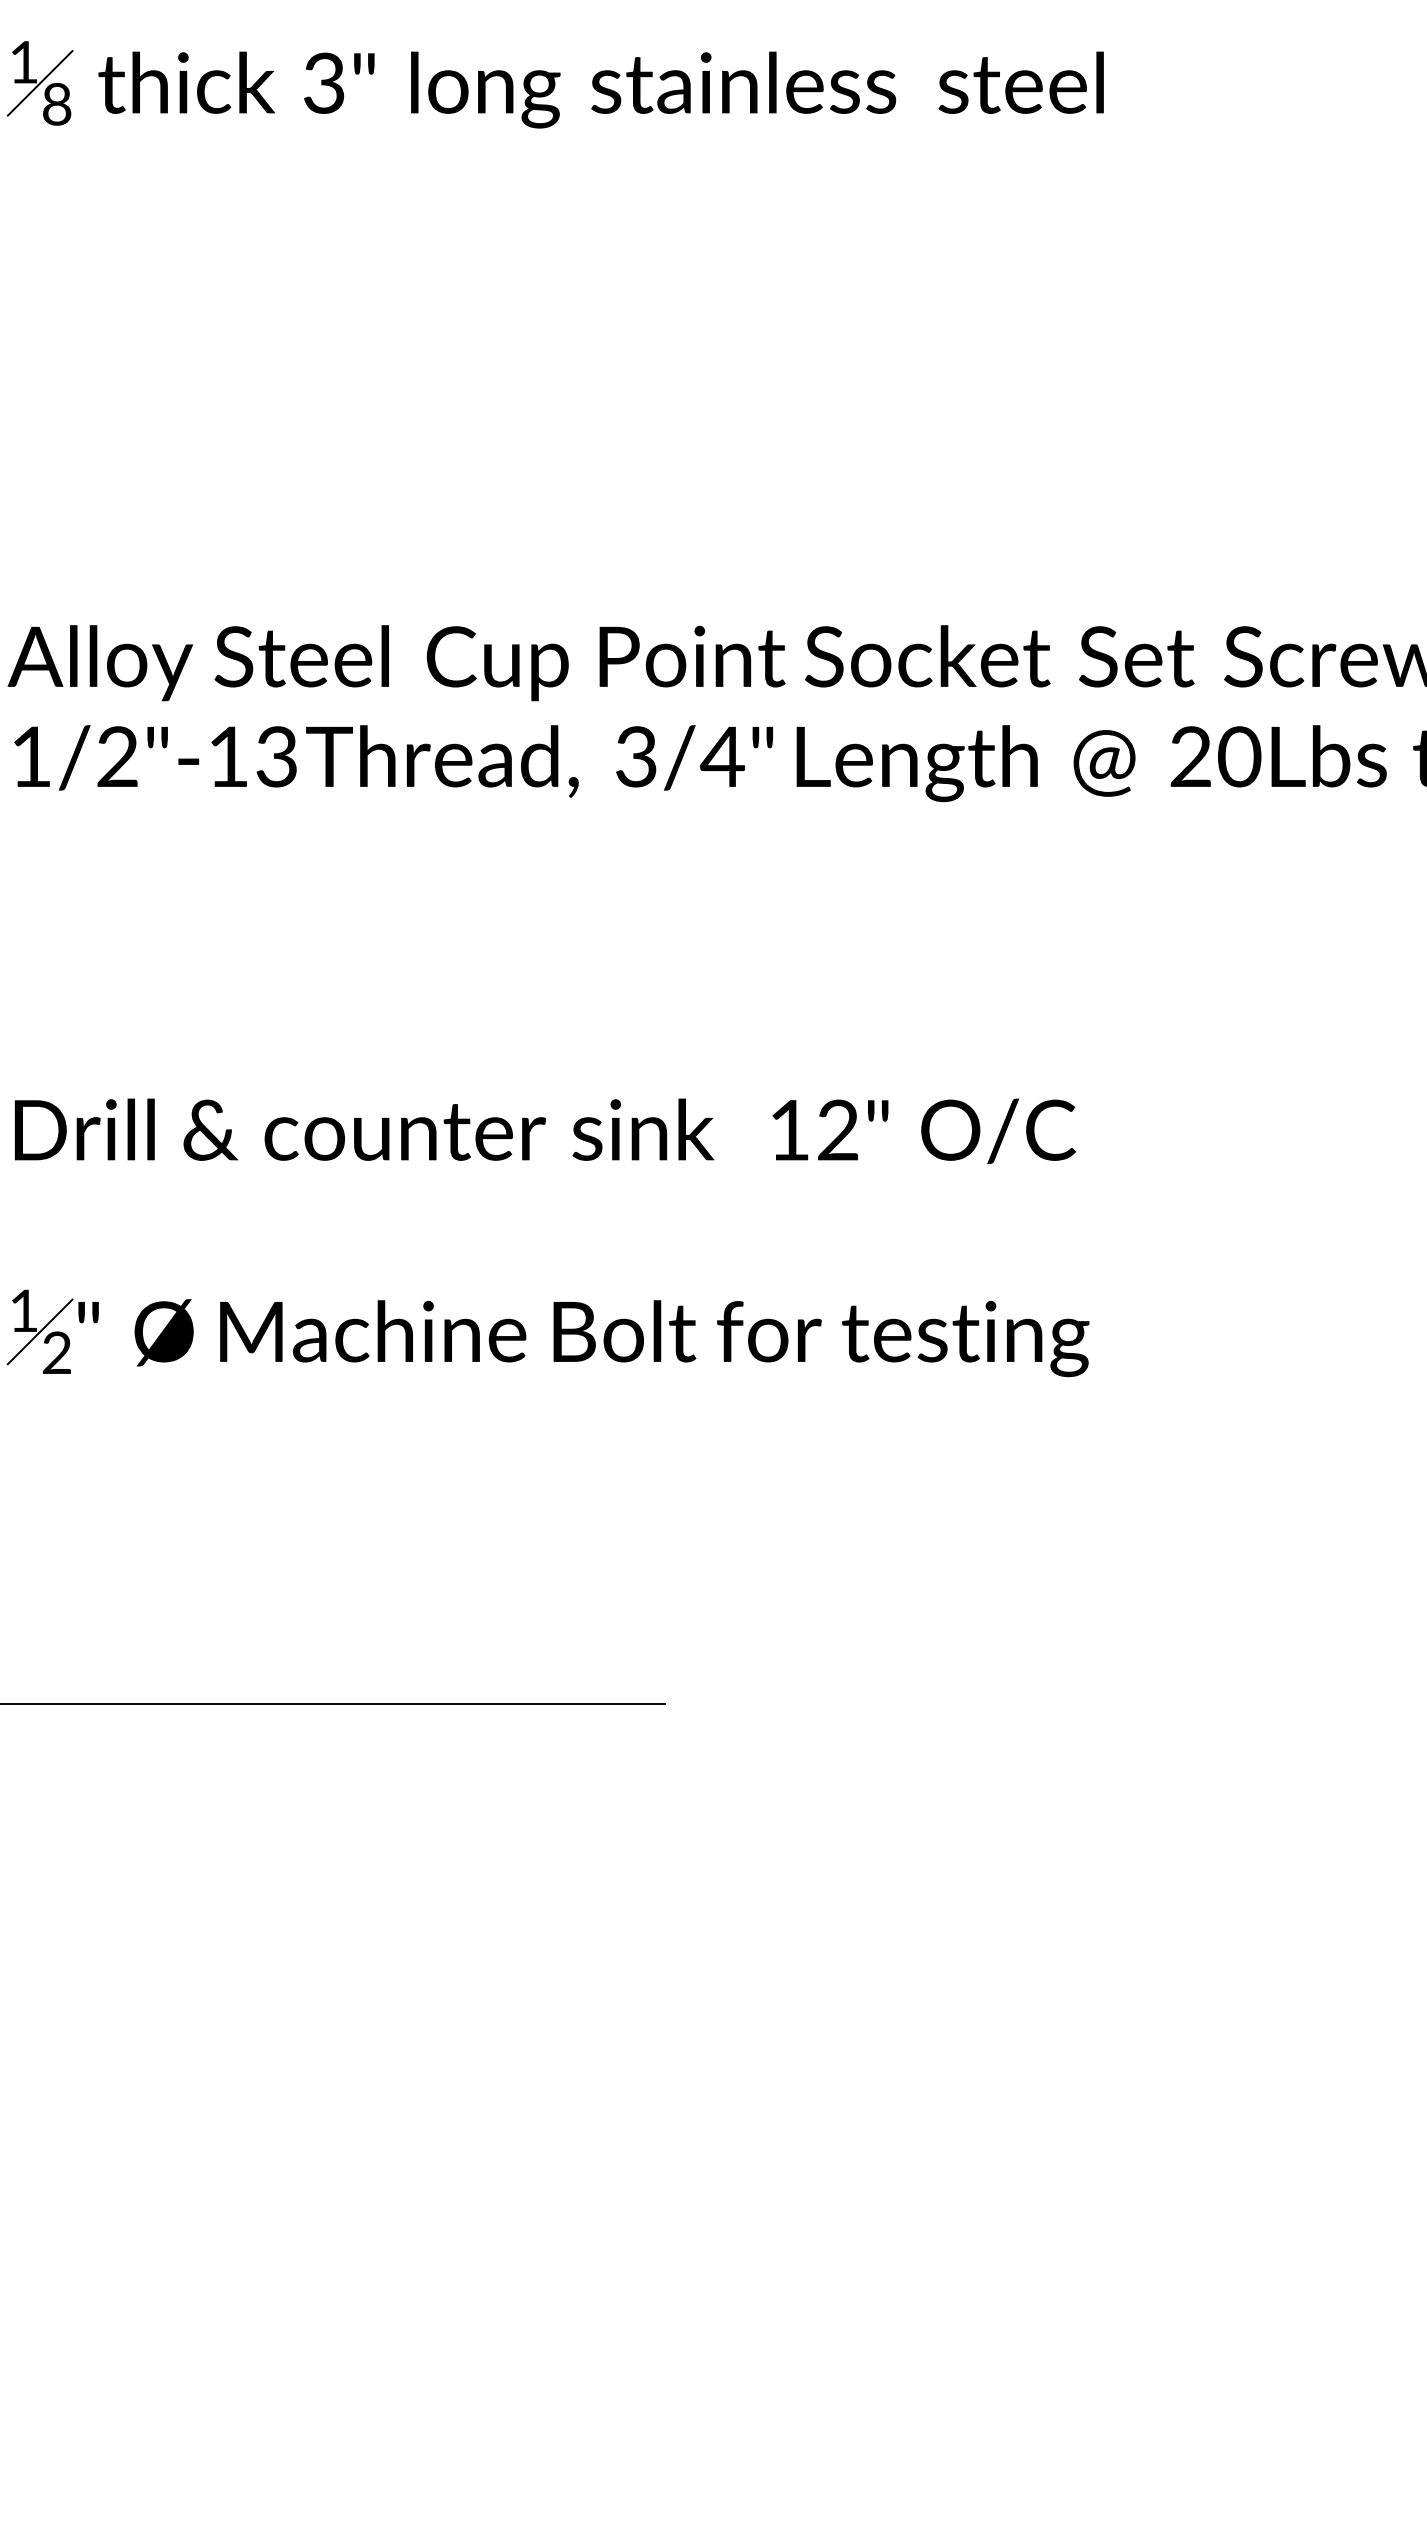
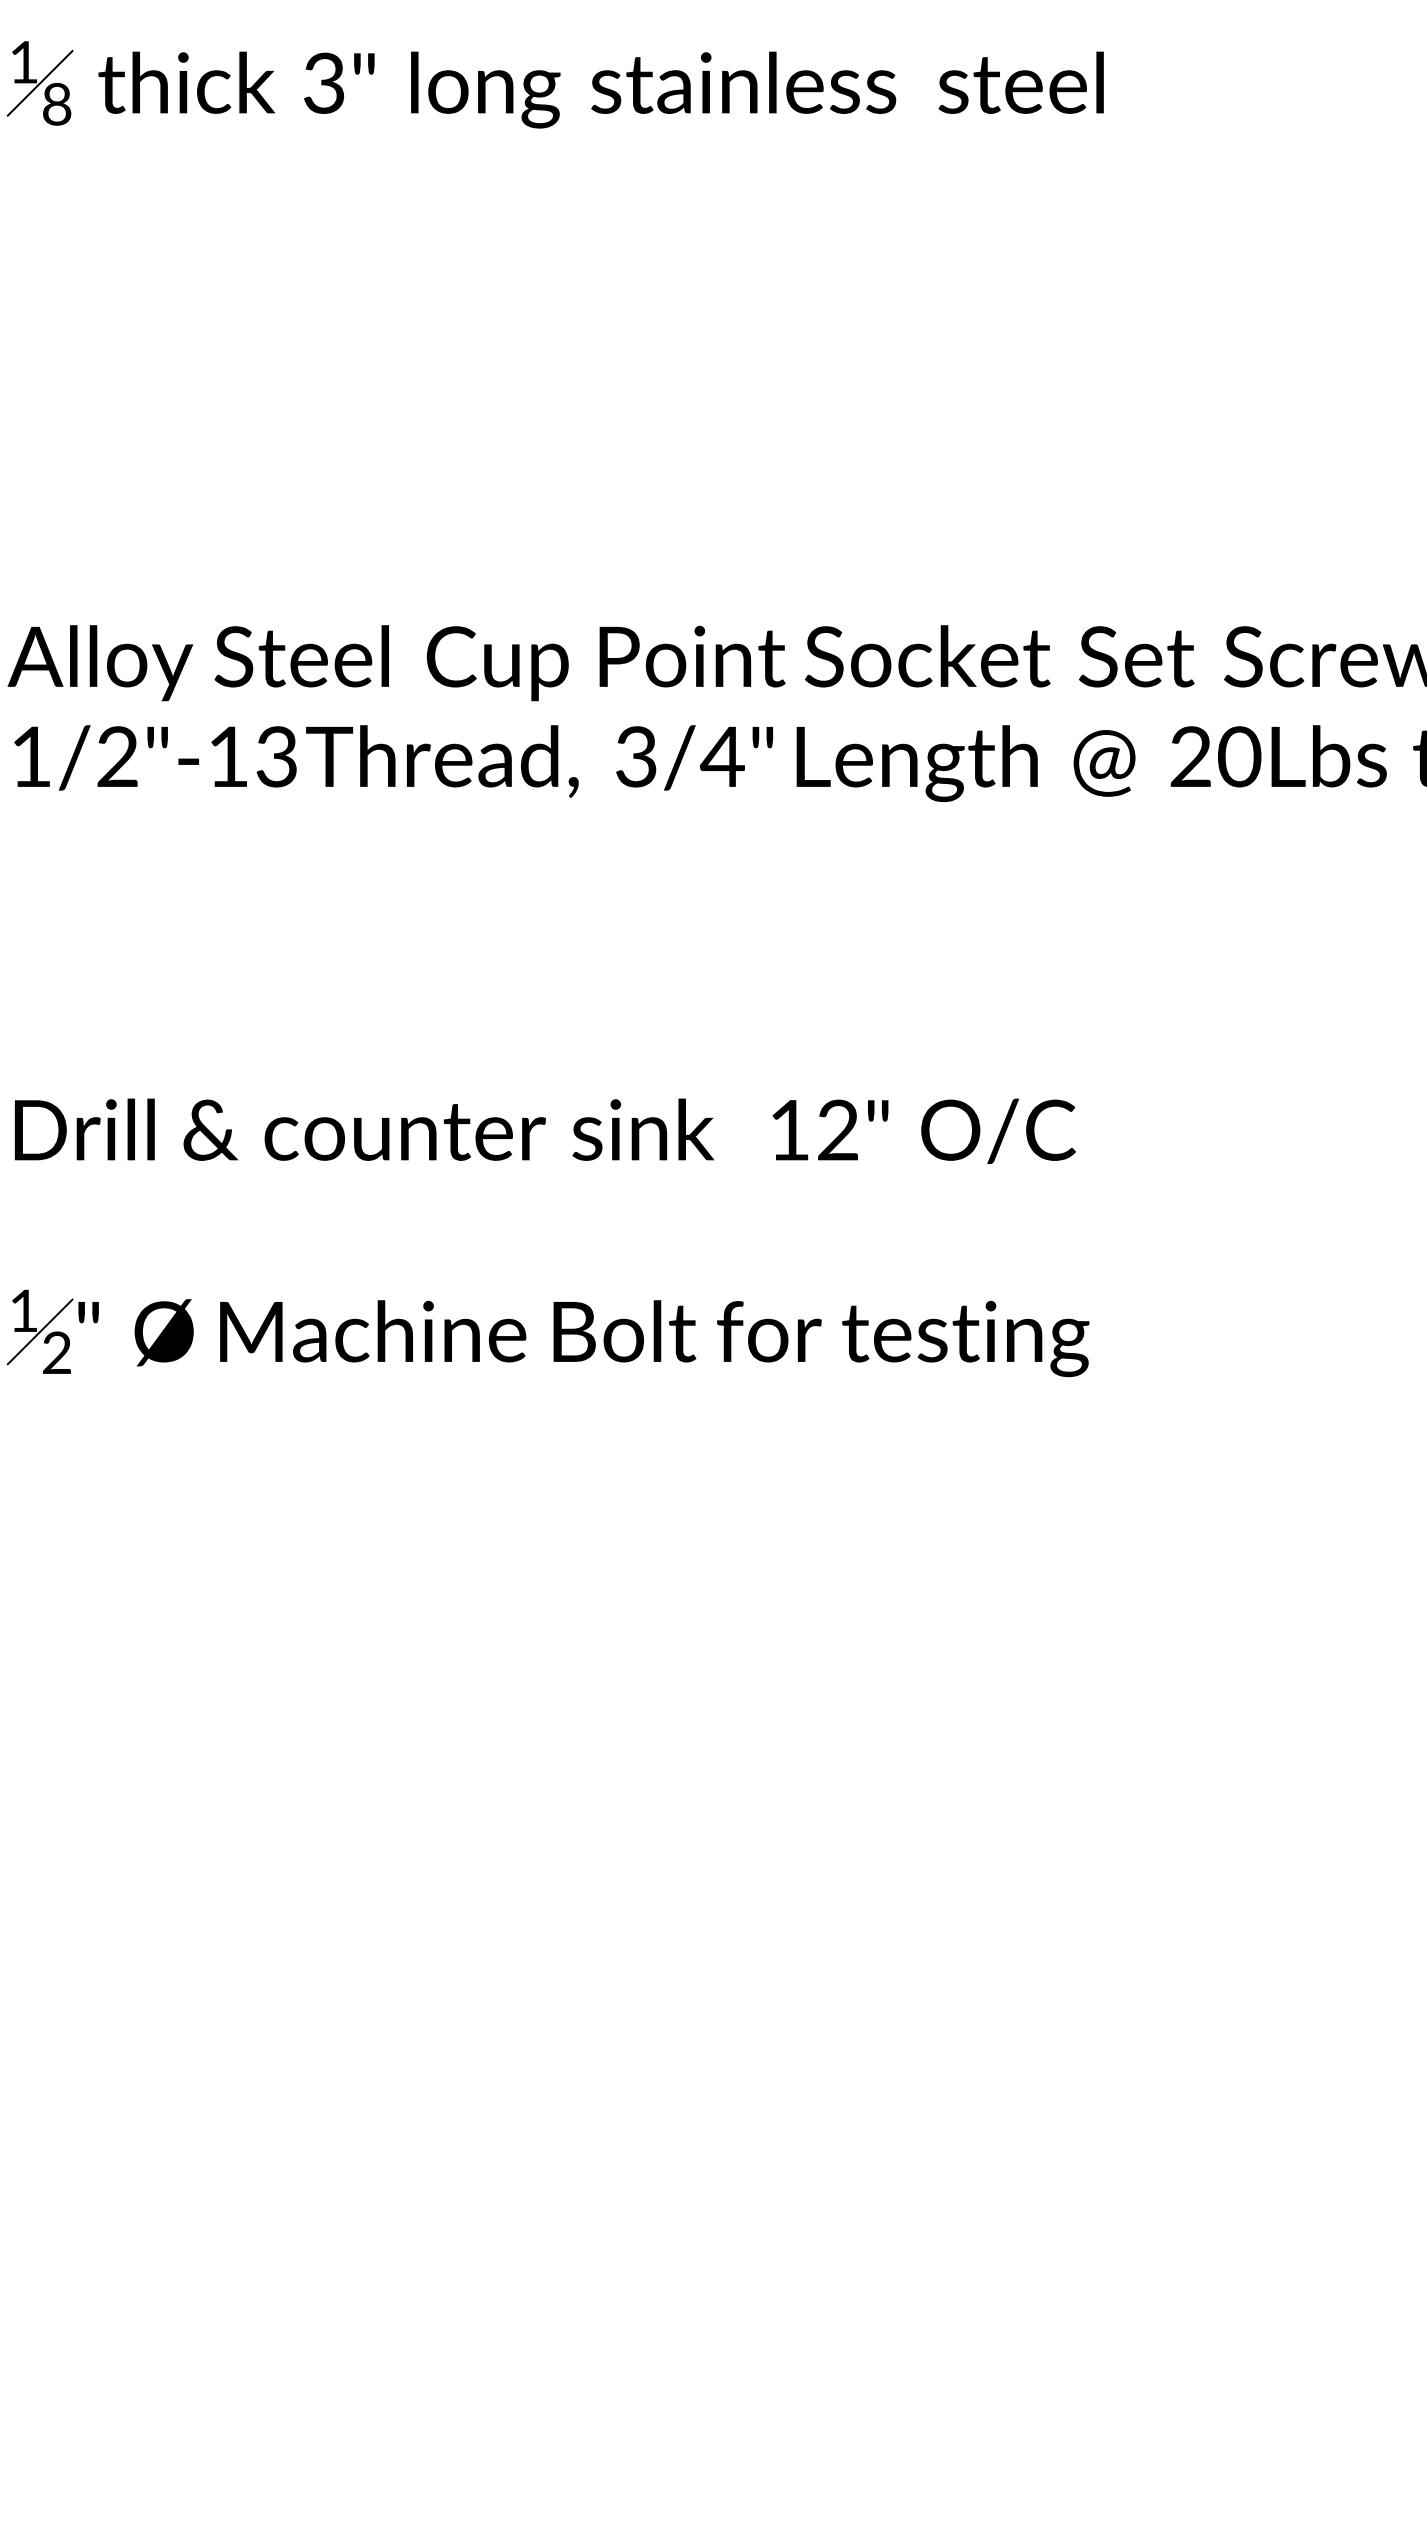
line at (333, 1704): present -> none
